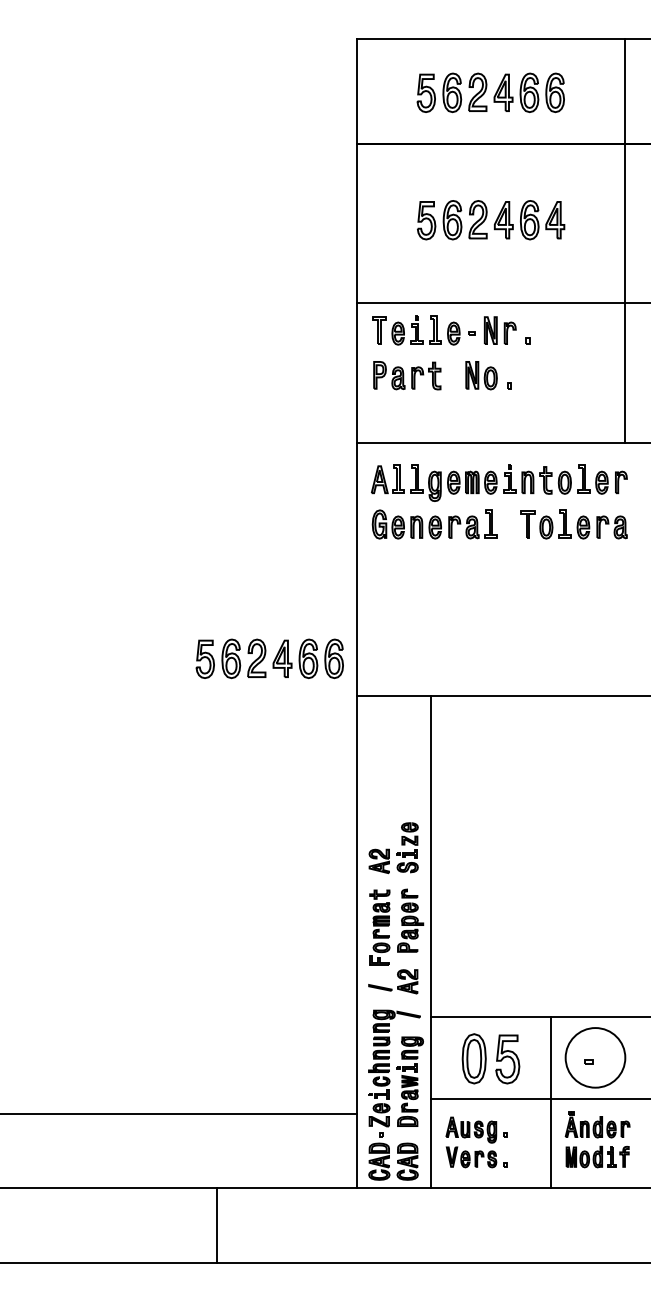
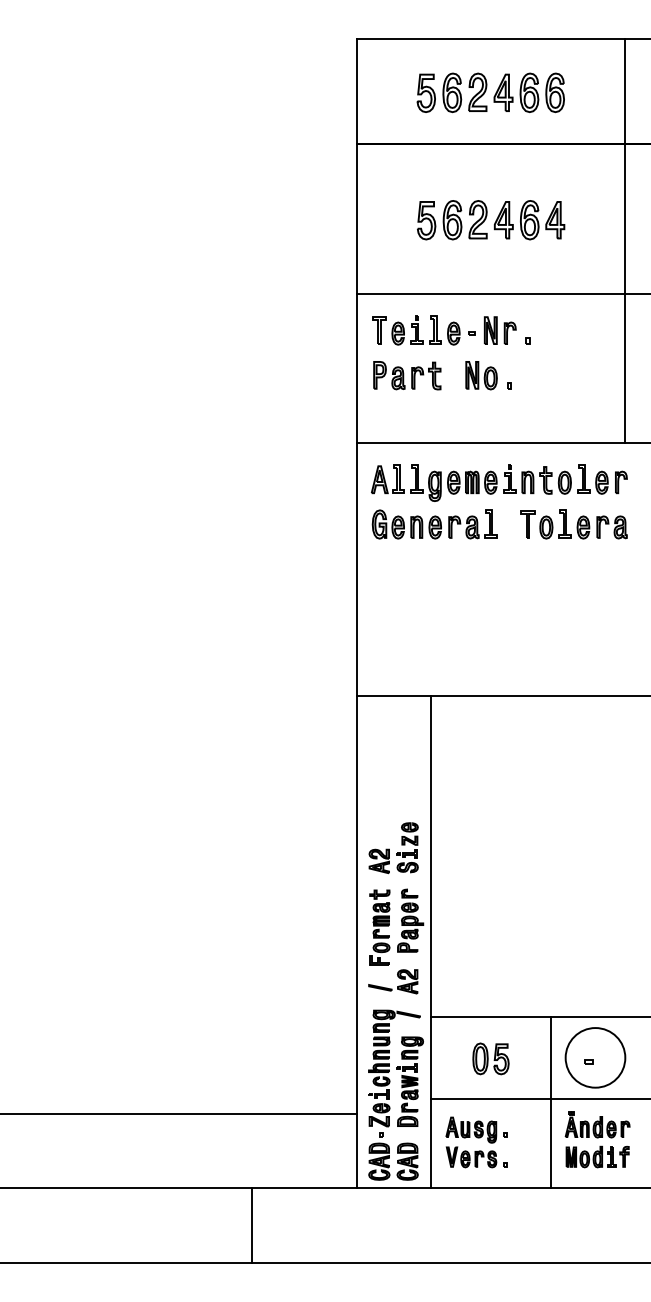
line at (501, 302) position: (501, 302) -> (501, 293)
part at (269, 658): present -> none
part at (490, 1058) size: 60x52 px -> 38x34 px
line at (217, 1225) position: (217, 1225) -> (252, 1225)
